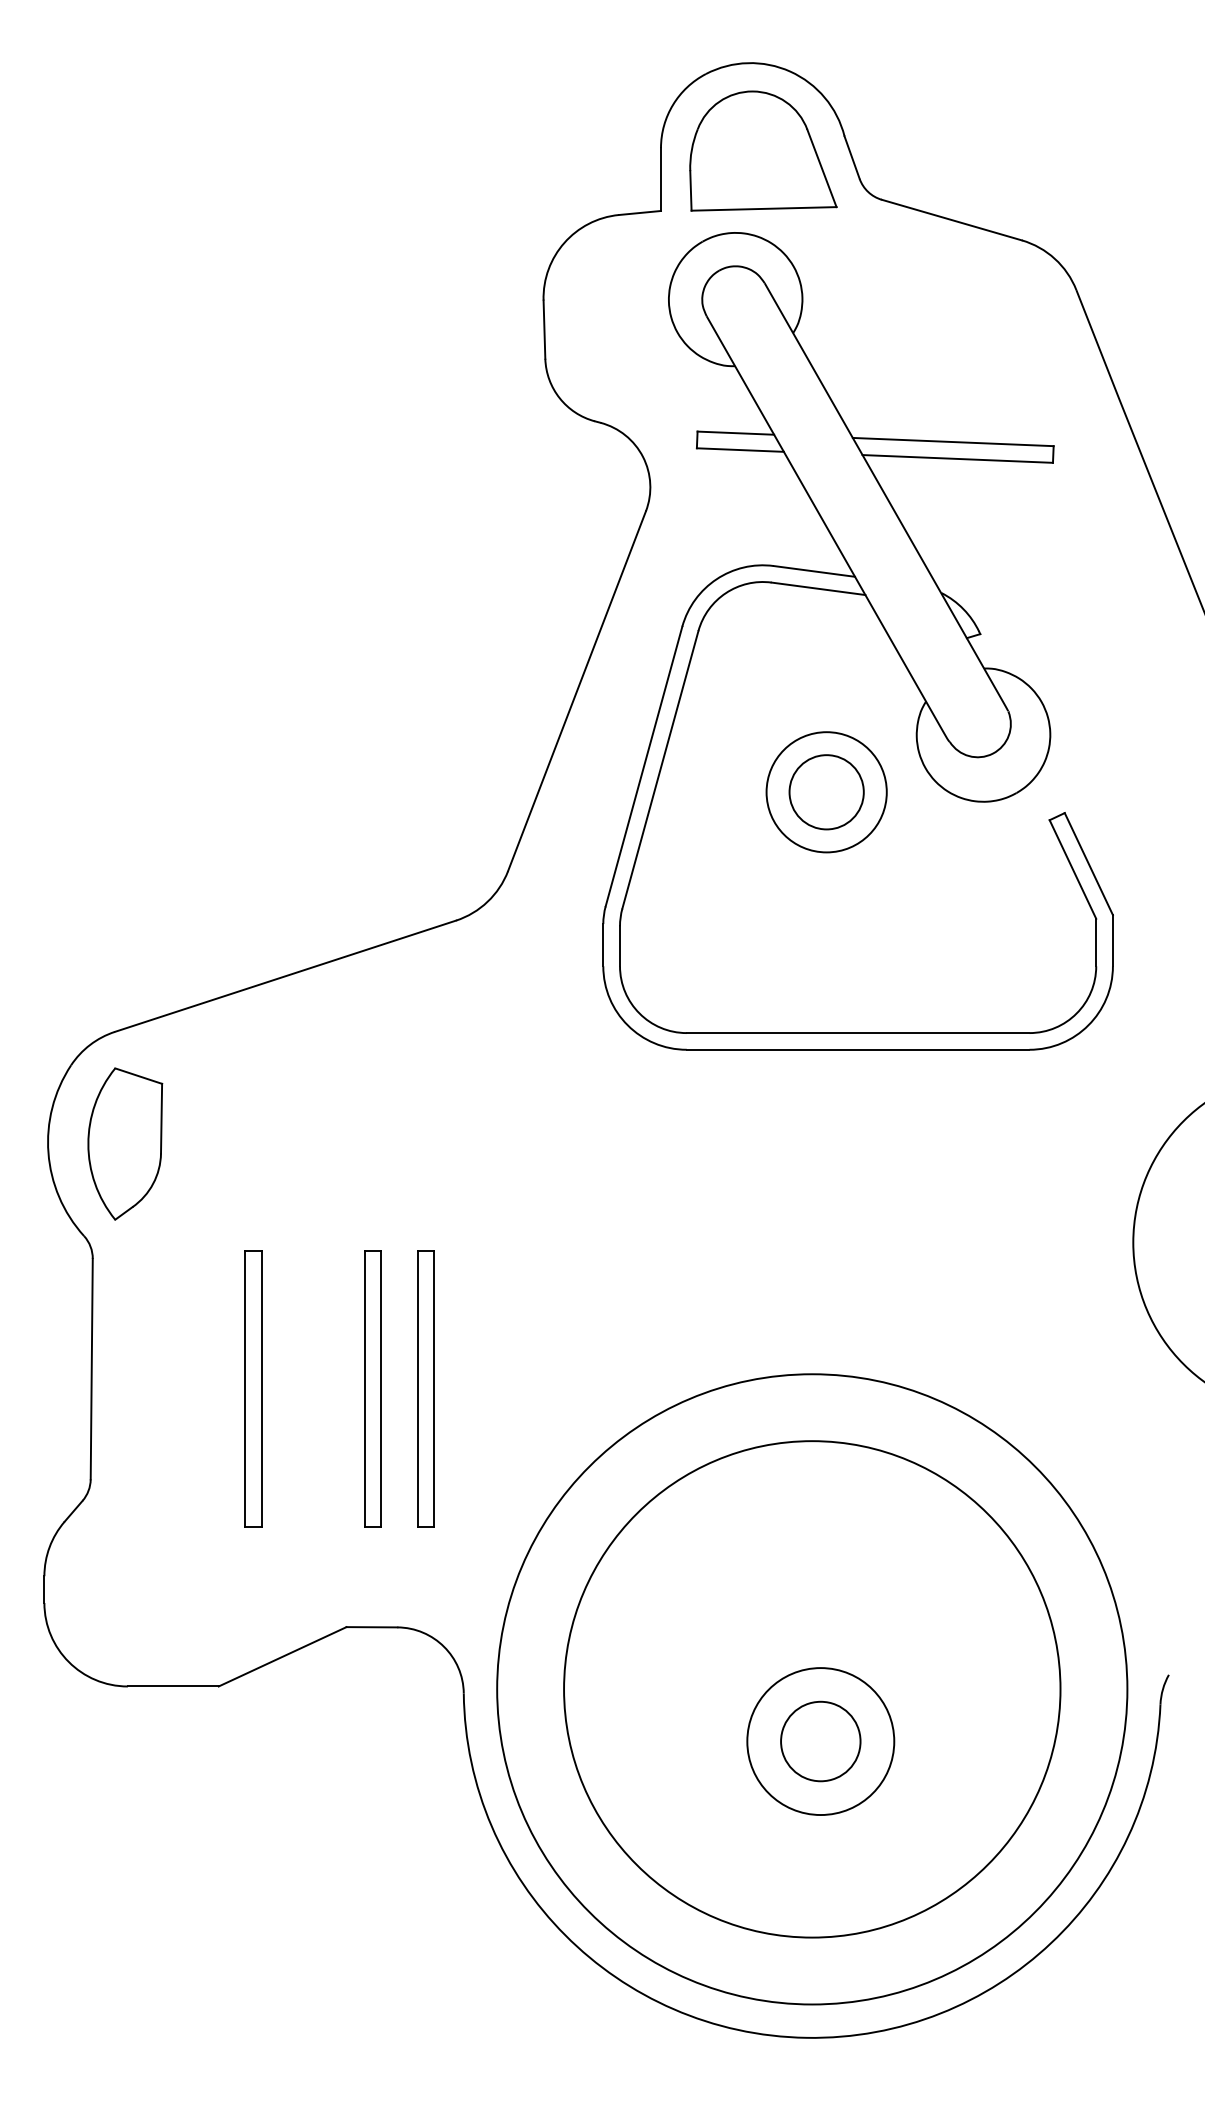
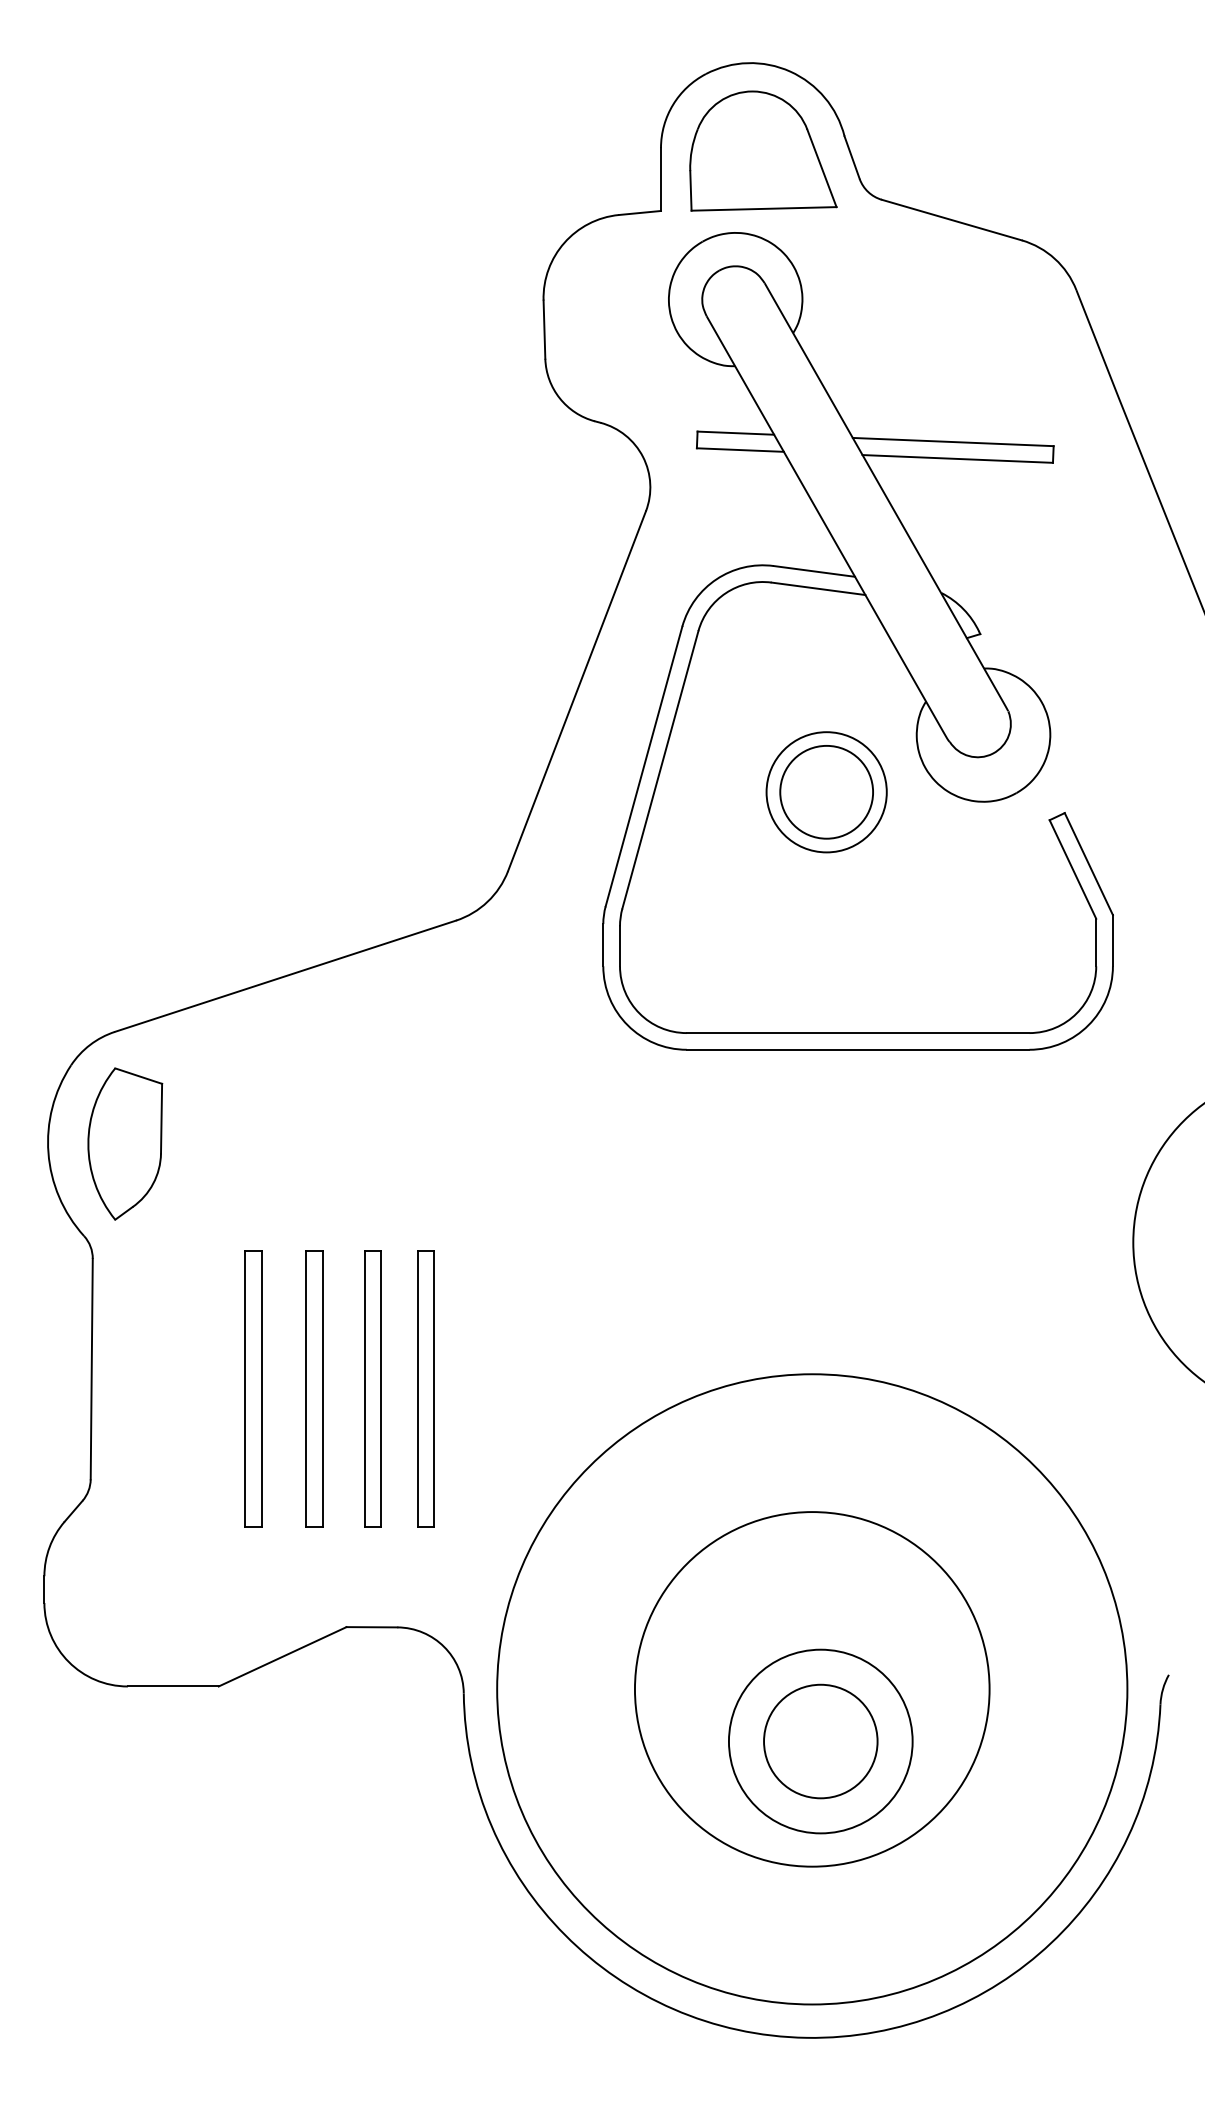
circle at (826, 792) diameter: 74 px -> 93 px
part at (314, 1388): none -> present
circle at (812, 1689) diameter: 496 px -> 355 px
circle at (820, 1741) diameter: 147 px -> 184 px
circle at (820, 1741) diameter: 79 px -> 114 px
